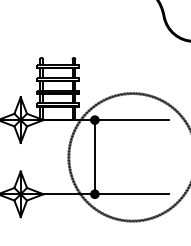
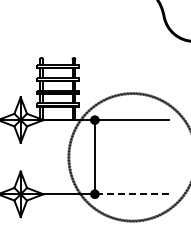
line at (131, 194): solid -> dashed
